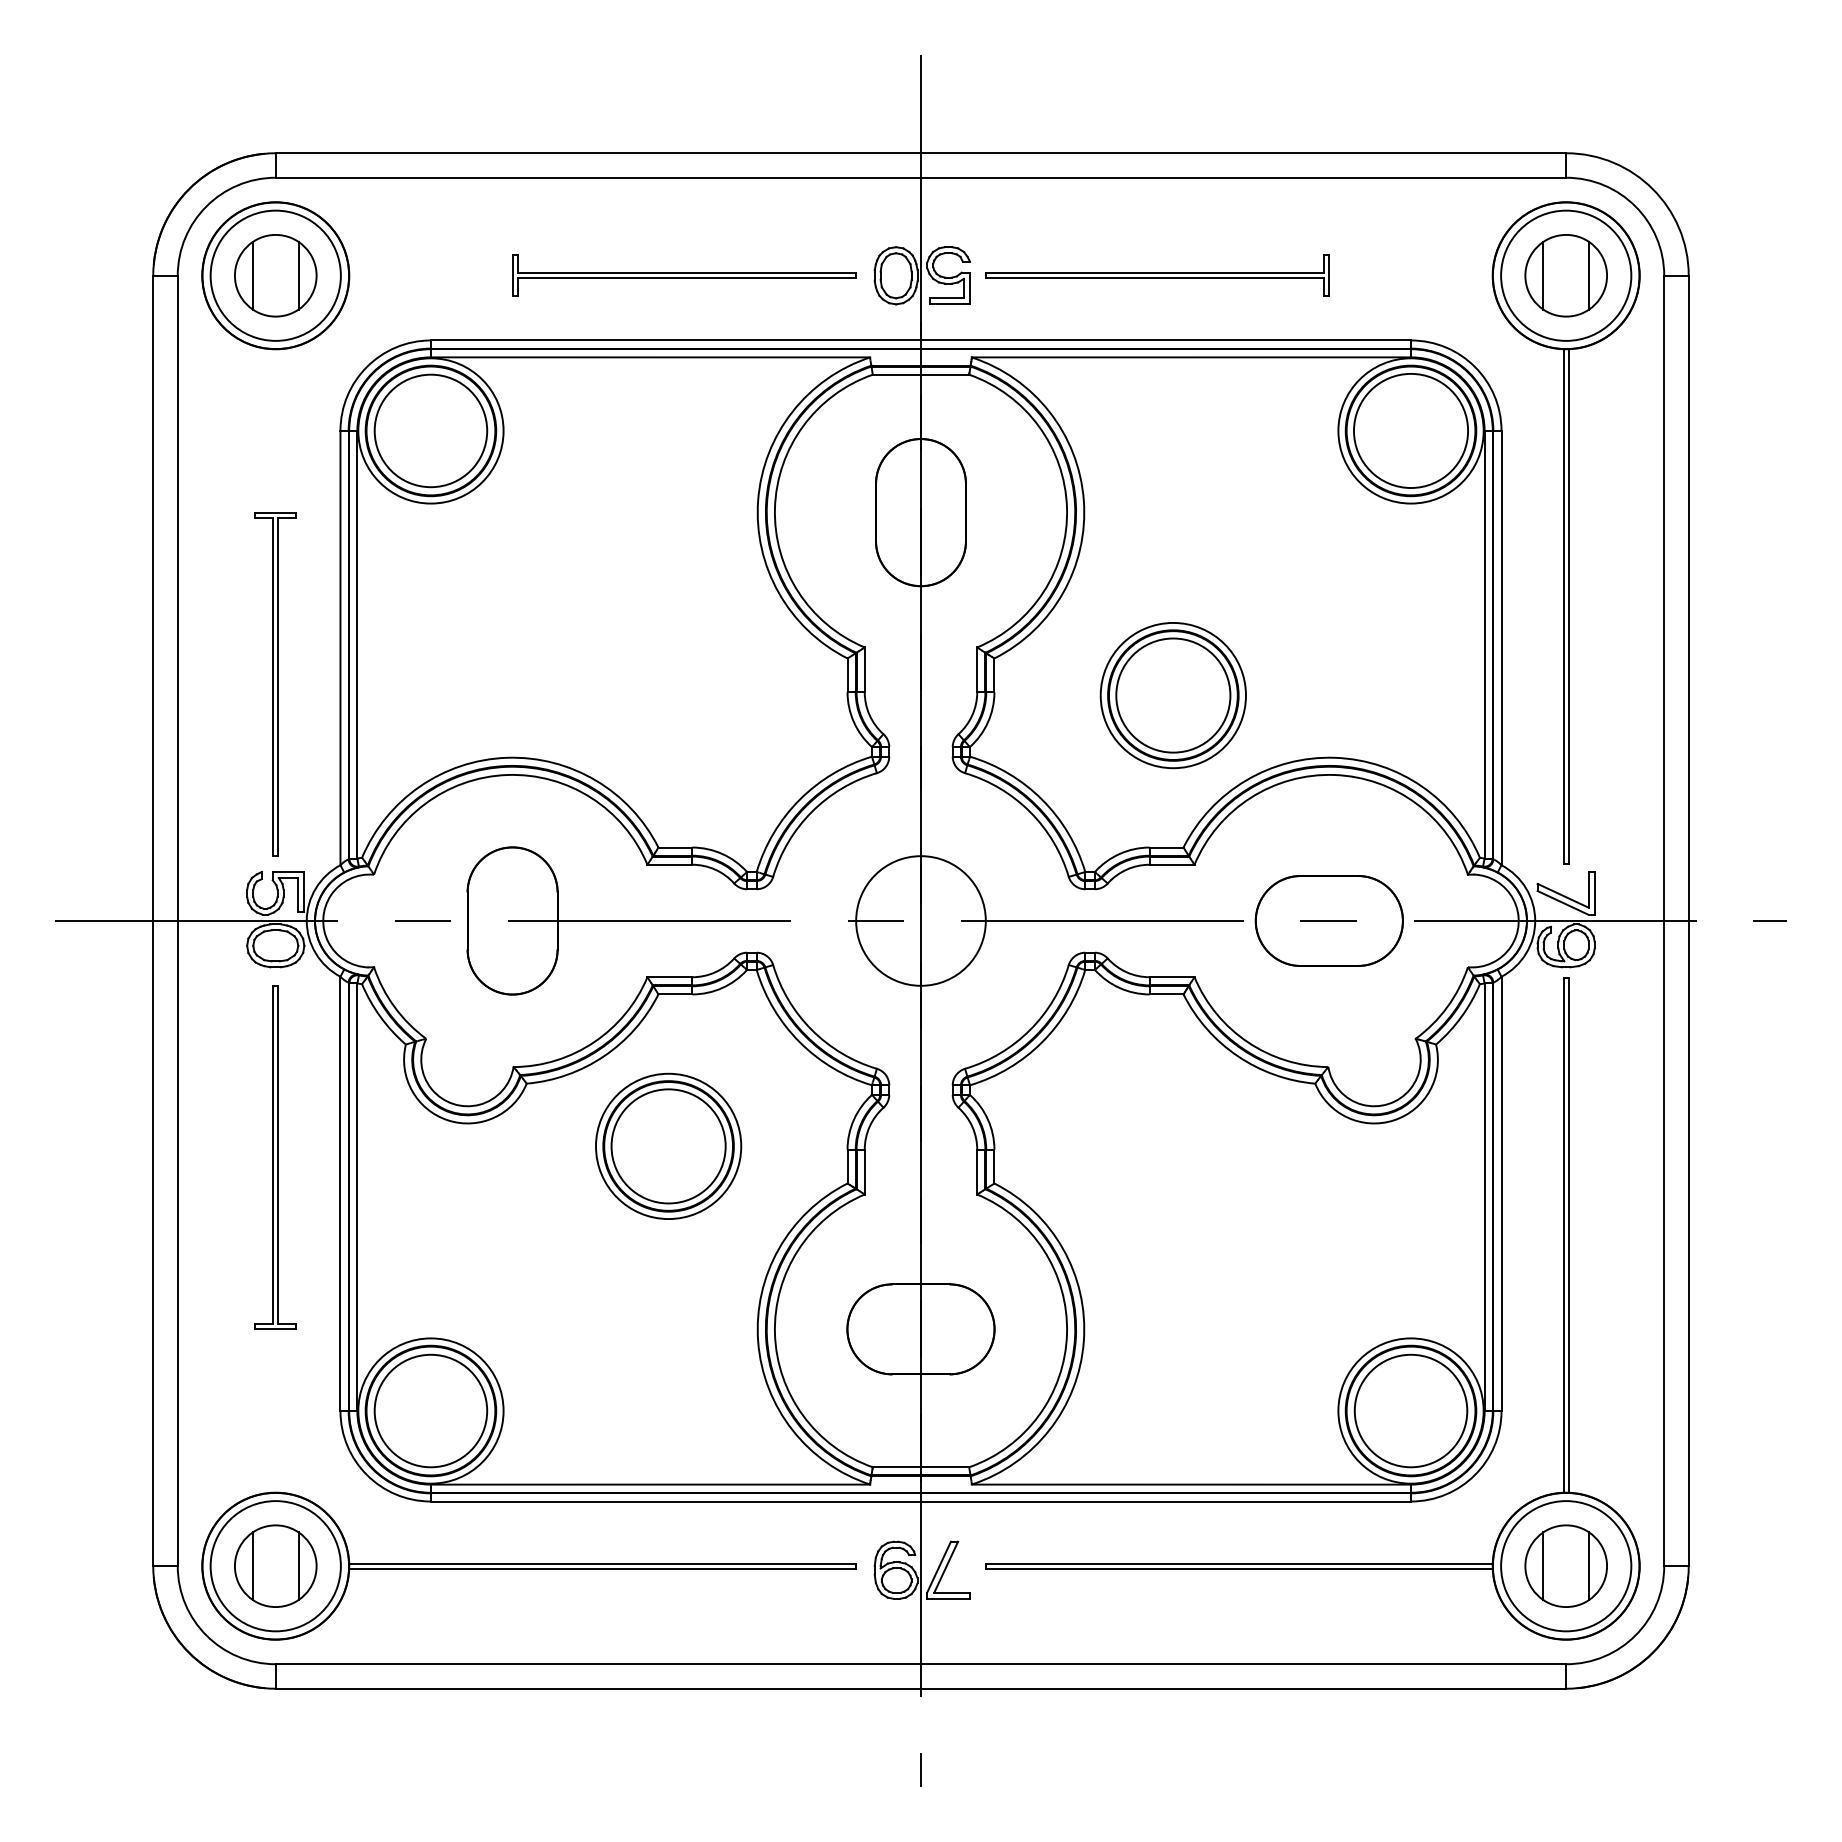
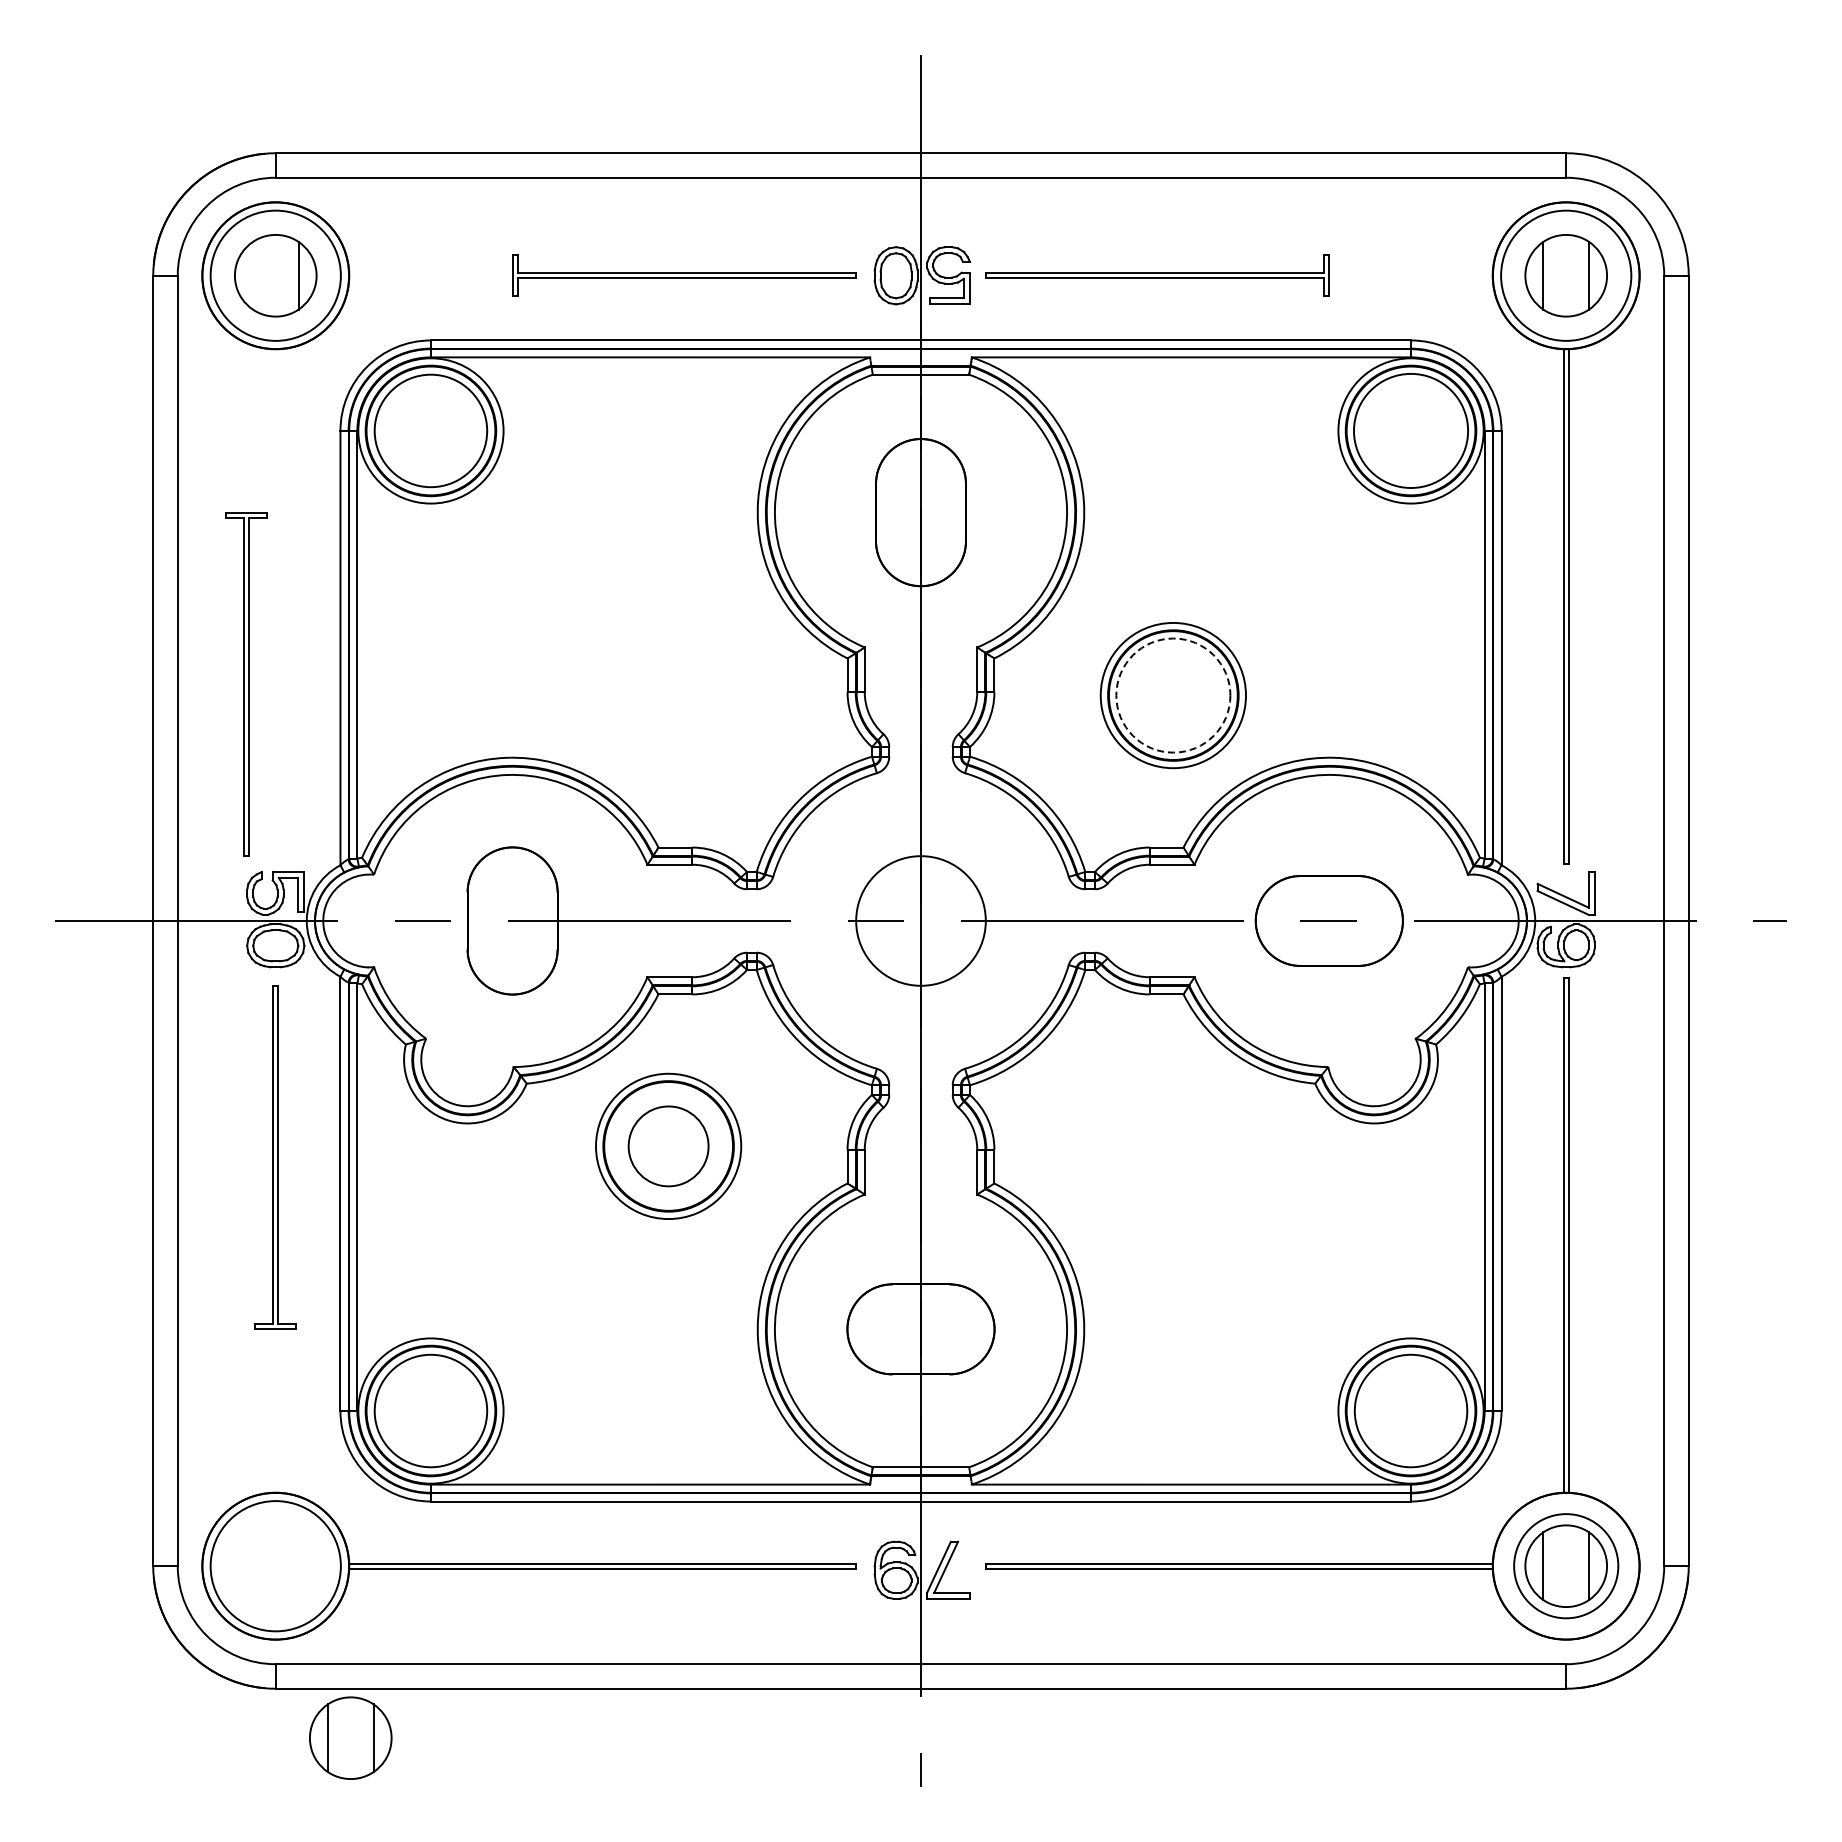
line at (252, 275): present -> none
part at (275, 684) position: (275, 684) -> (246, 684)
circle at (1173, 695): solid -> dashed
circle at (668, 1146) diameter: 114 px -> 80 px
part at (275, 1565) position: (275, 1565) -> (350, 1737)
circle at (1566, 1566) diameter: 130 px -> 104 px
